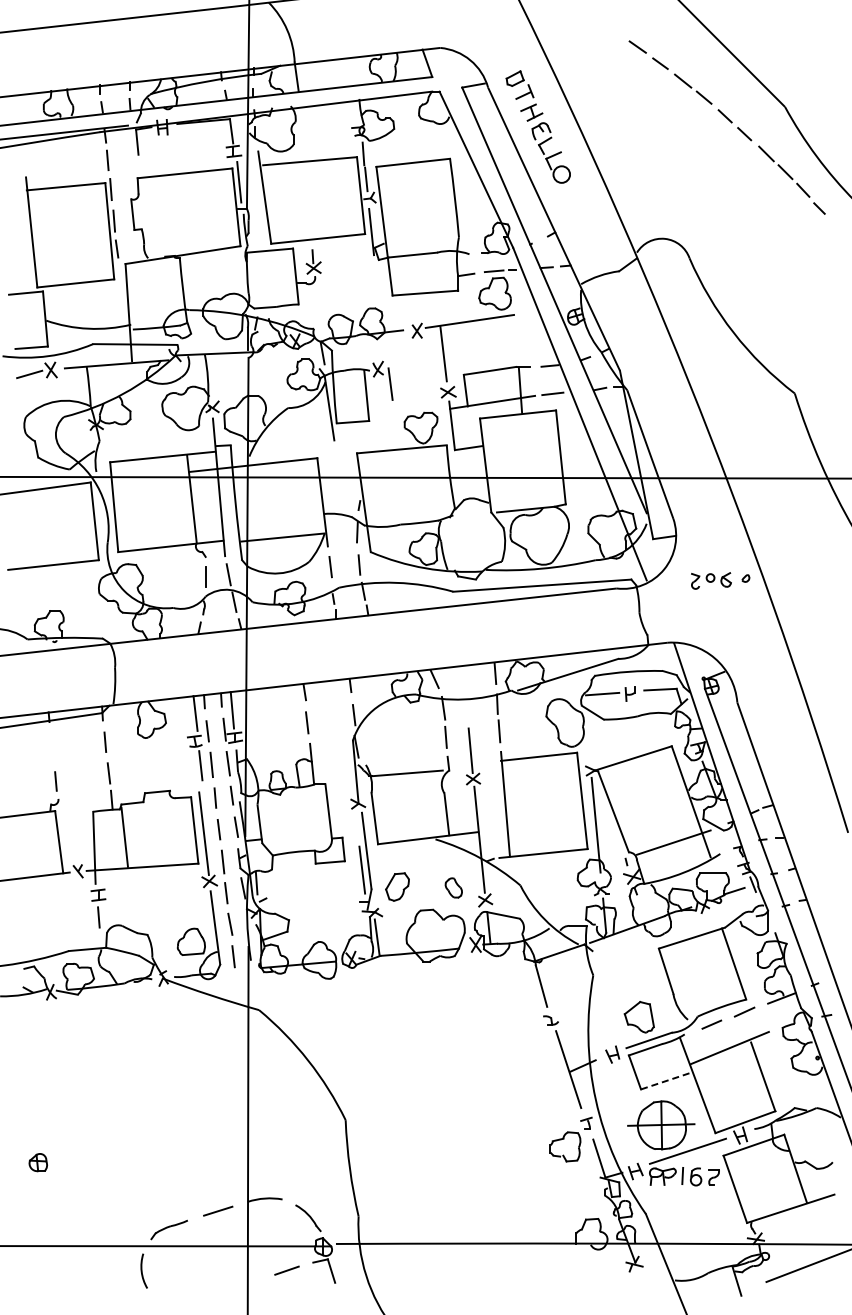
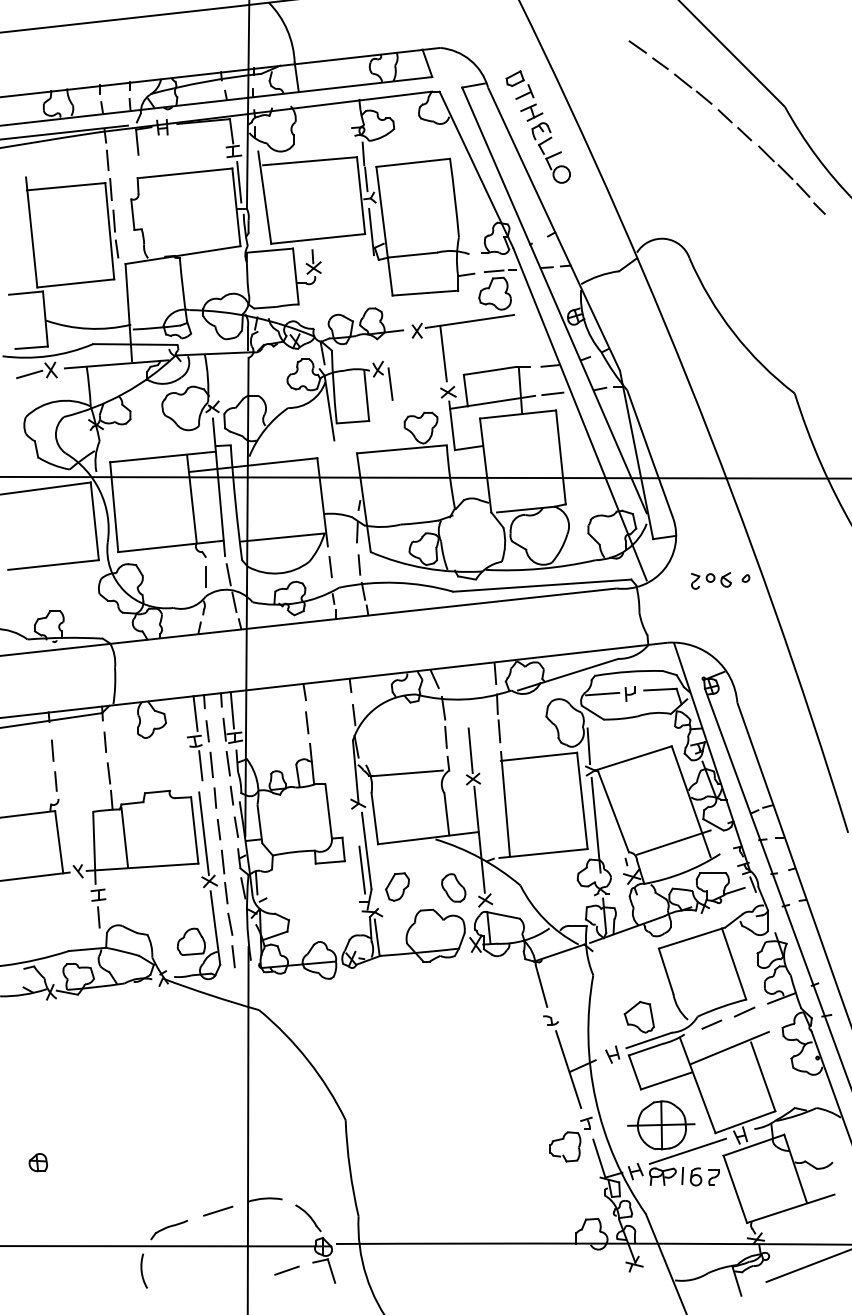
line at (588, 746): none -> present
line at (52, 750): none -> present
part at (453, 887) size: 19x22 px -> 26x30 px
line at (666, 1080): dashed -> solid
